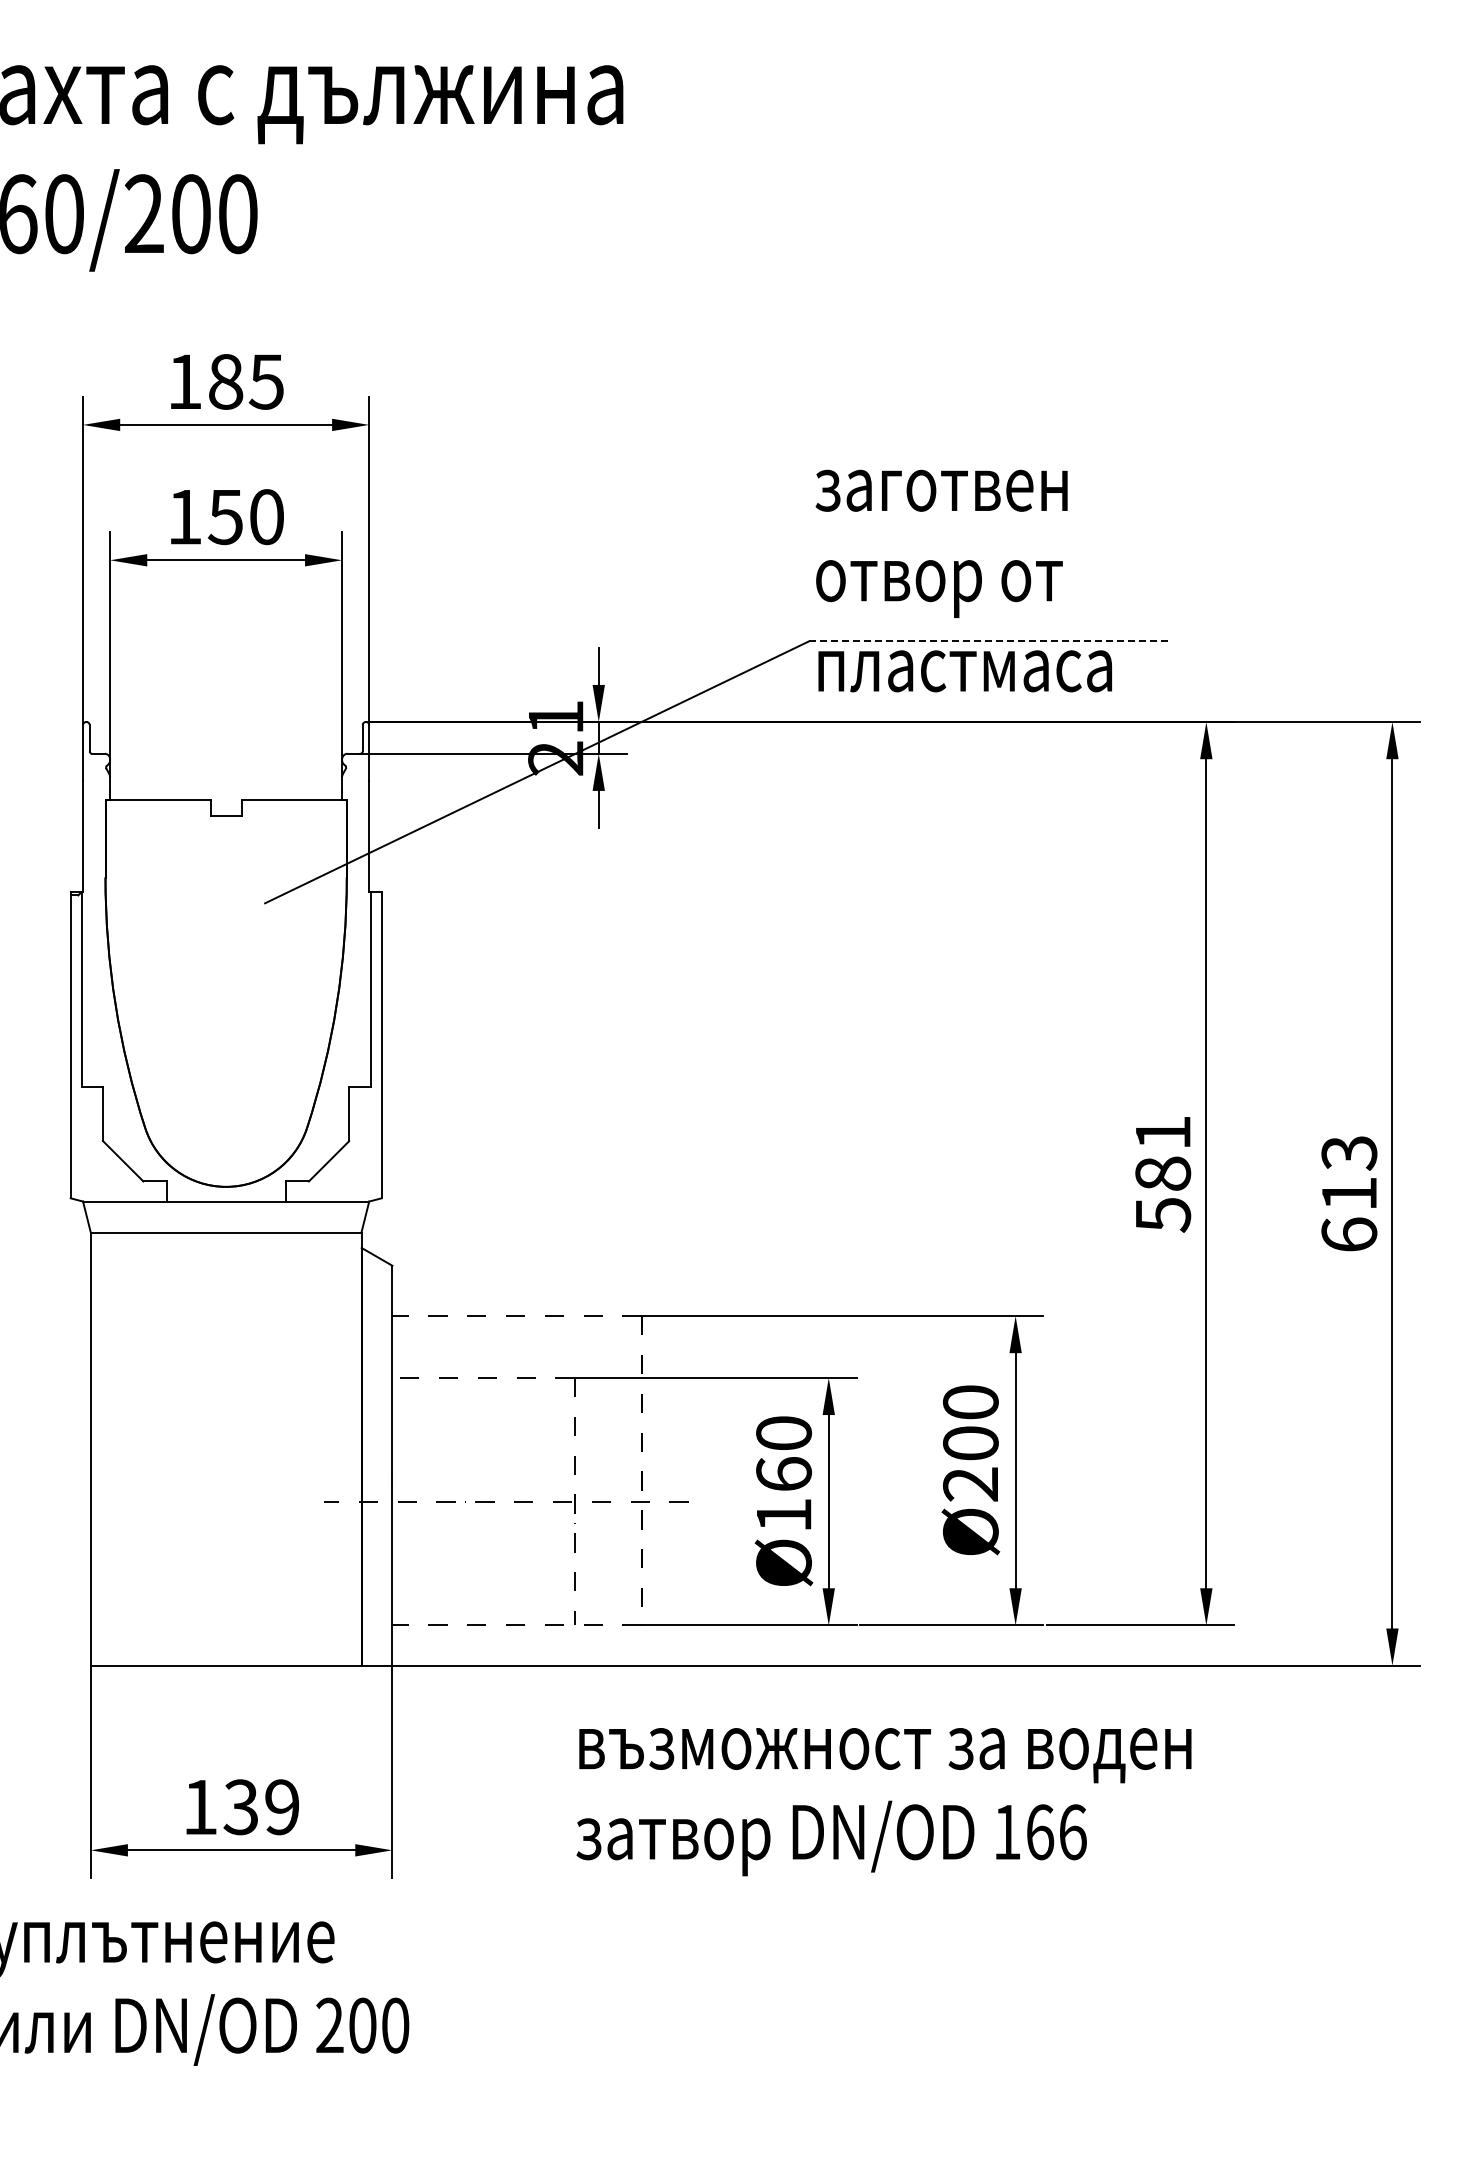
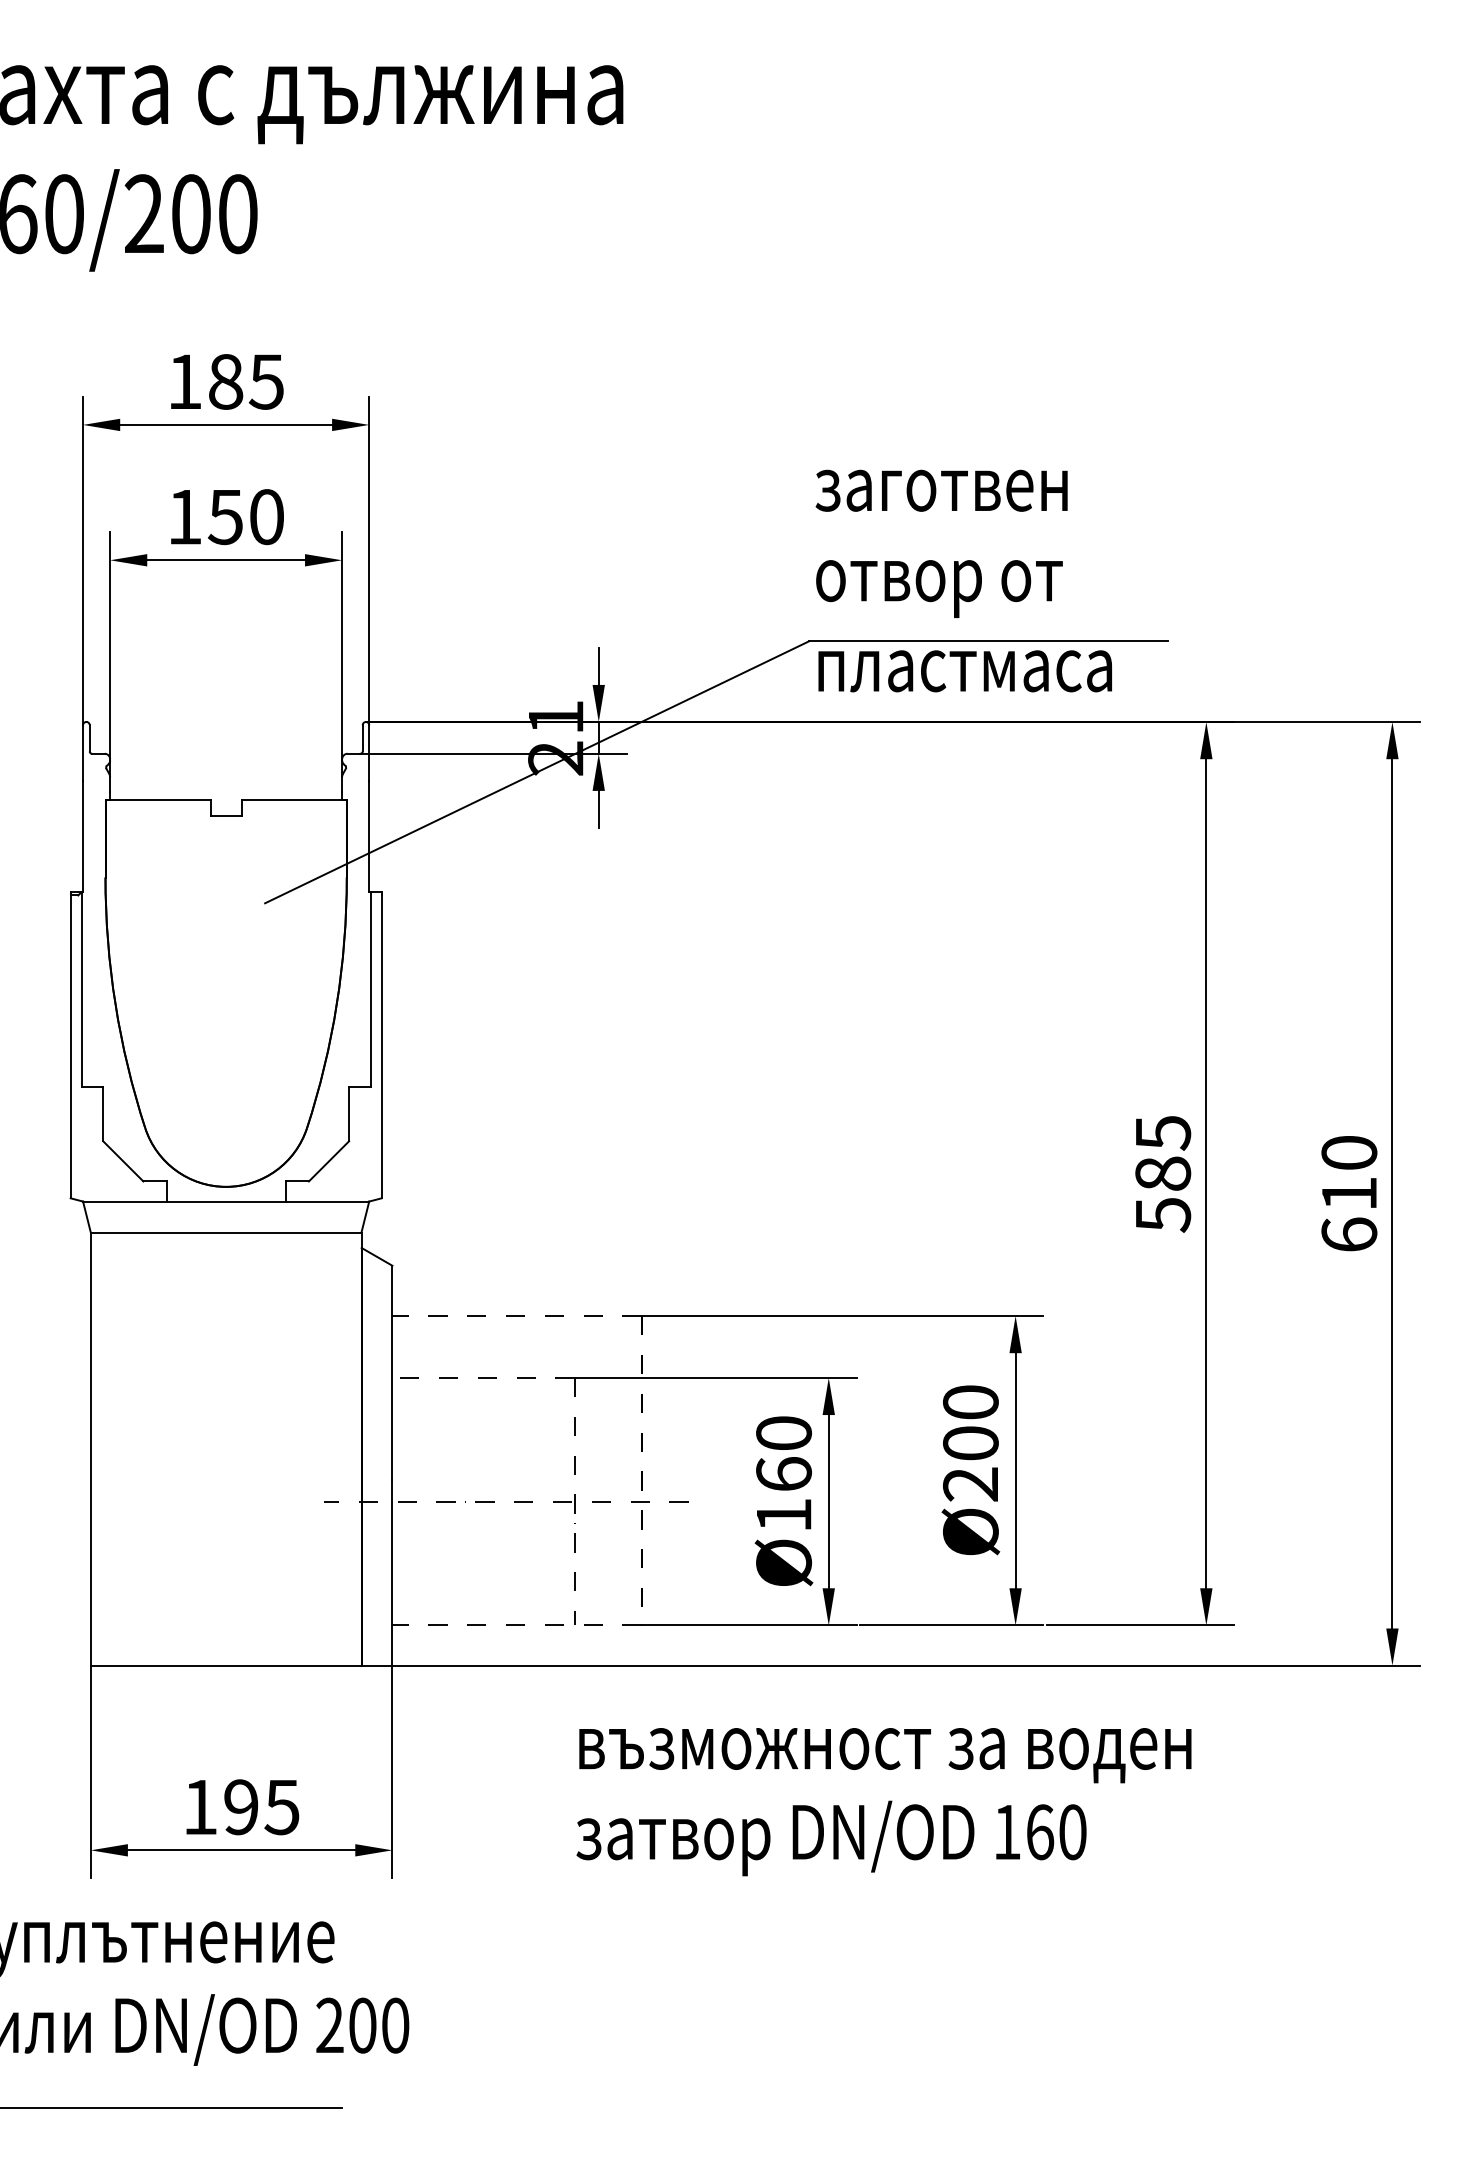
line at (988, 641): dashed -> solid
text at (1163, 1133): 581 -> 585
text at (1349, 1153): 613 -> 610
text at (261, 1807): 139 -> 195
text at (1072, 1832): 166 -> 160
line at (171, 2107): none -> present
